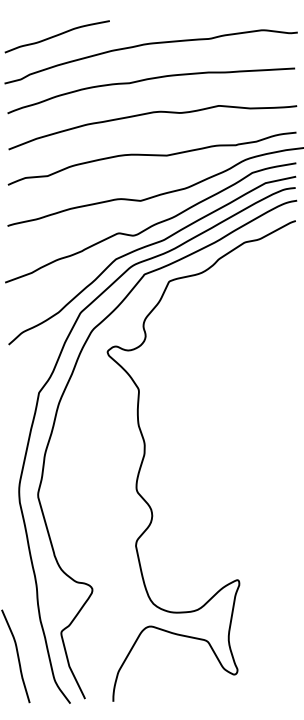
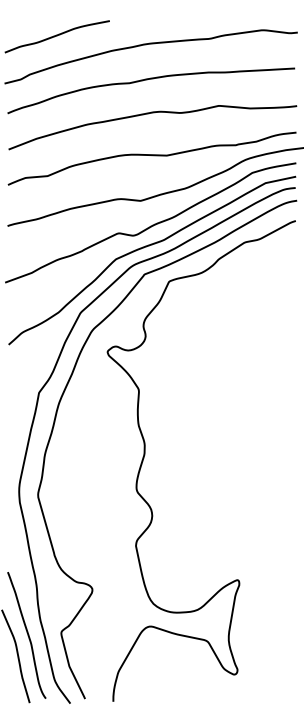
curve at (27, 635): none -> present
